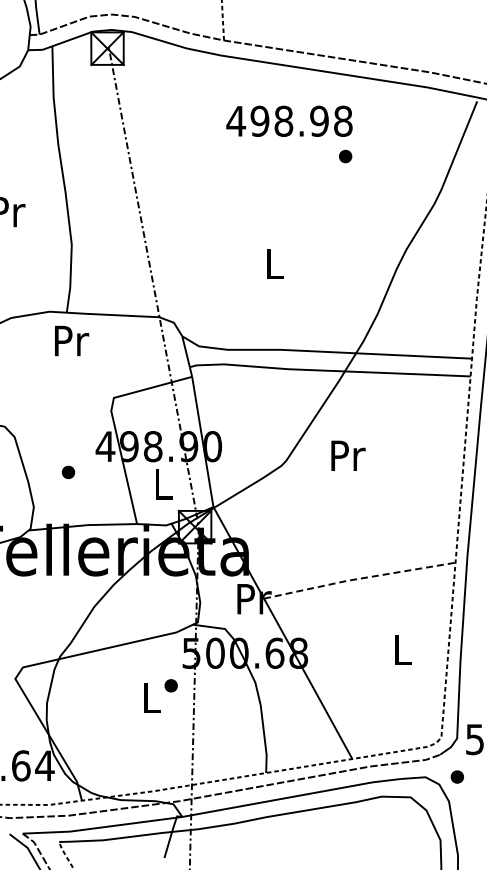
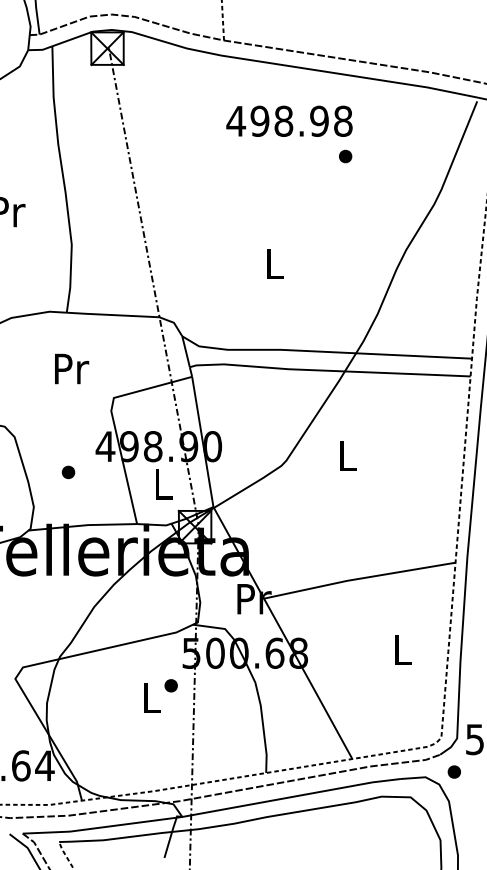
text at (72, 340) position: (72, 340) -> (72, 368)
text at (348, 455): Pr -> L
line at (359, 578): dashed -> solid
part at (456, 776) position: (456, 776) -> (453, 771)
